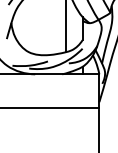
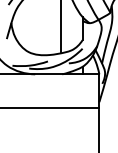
line at (65, 27) position: (65, 27) -> (60, 27)
